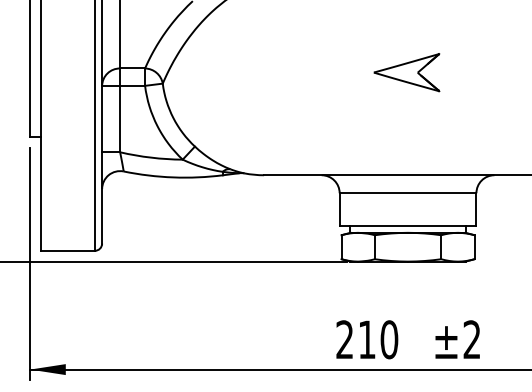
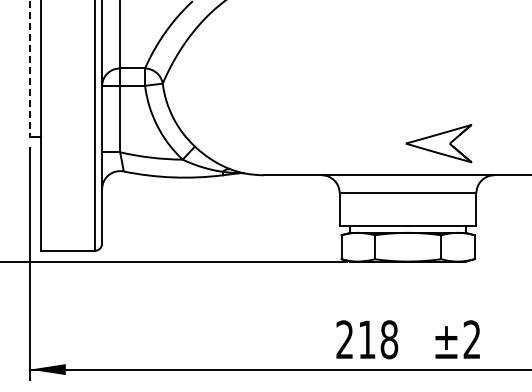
line at (30, 69): solid -> dashed
part at (406, 72) position: (406, 72) -> (438, 143)
text at (389, 339): 210 -> 218
